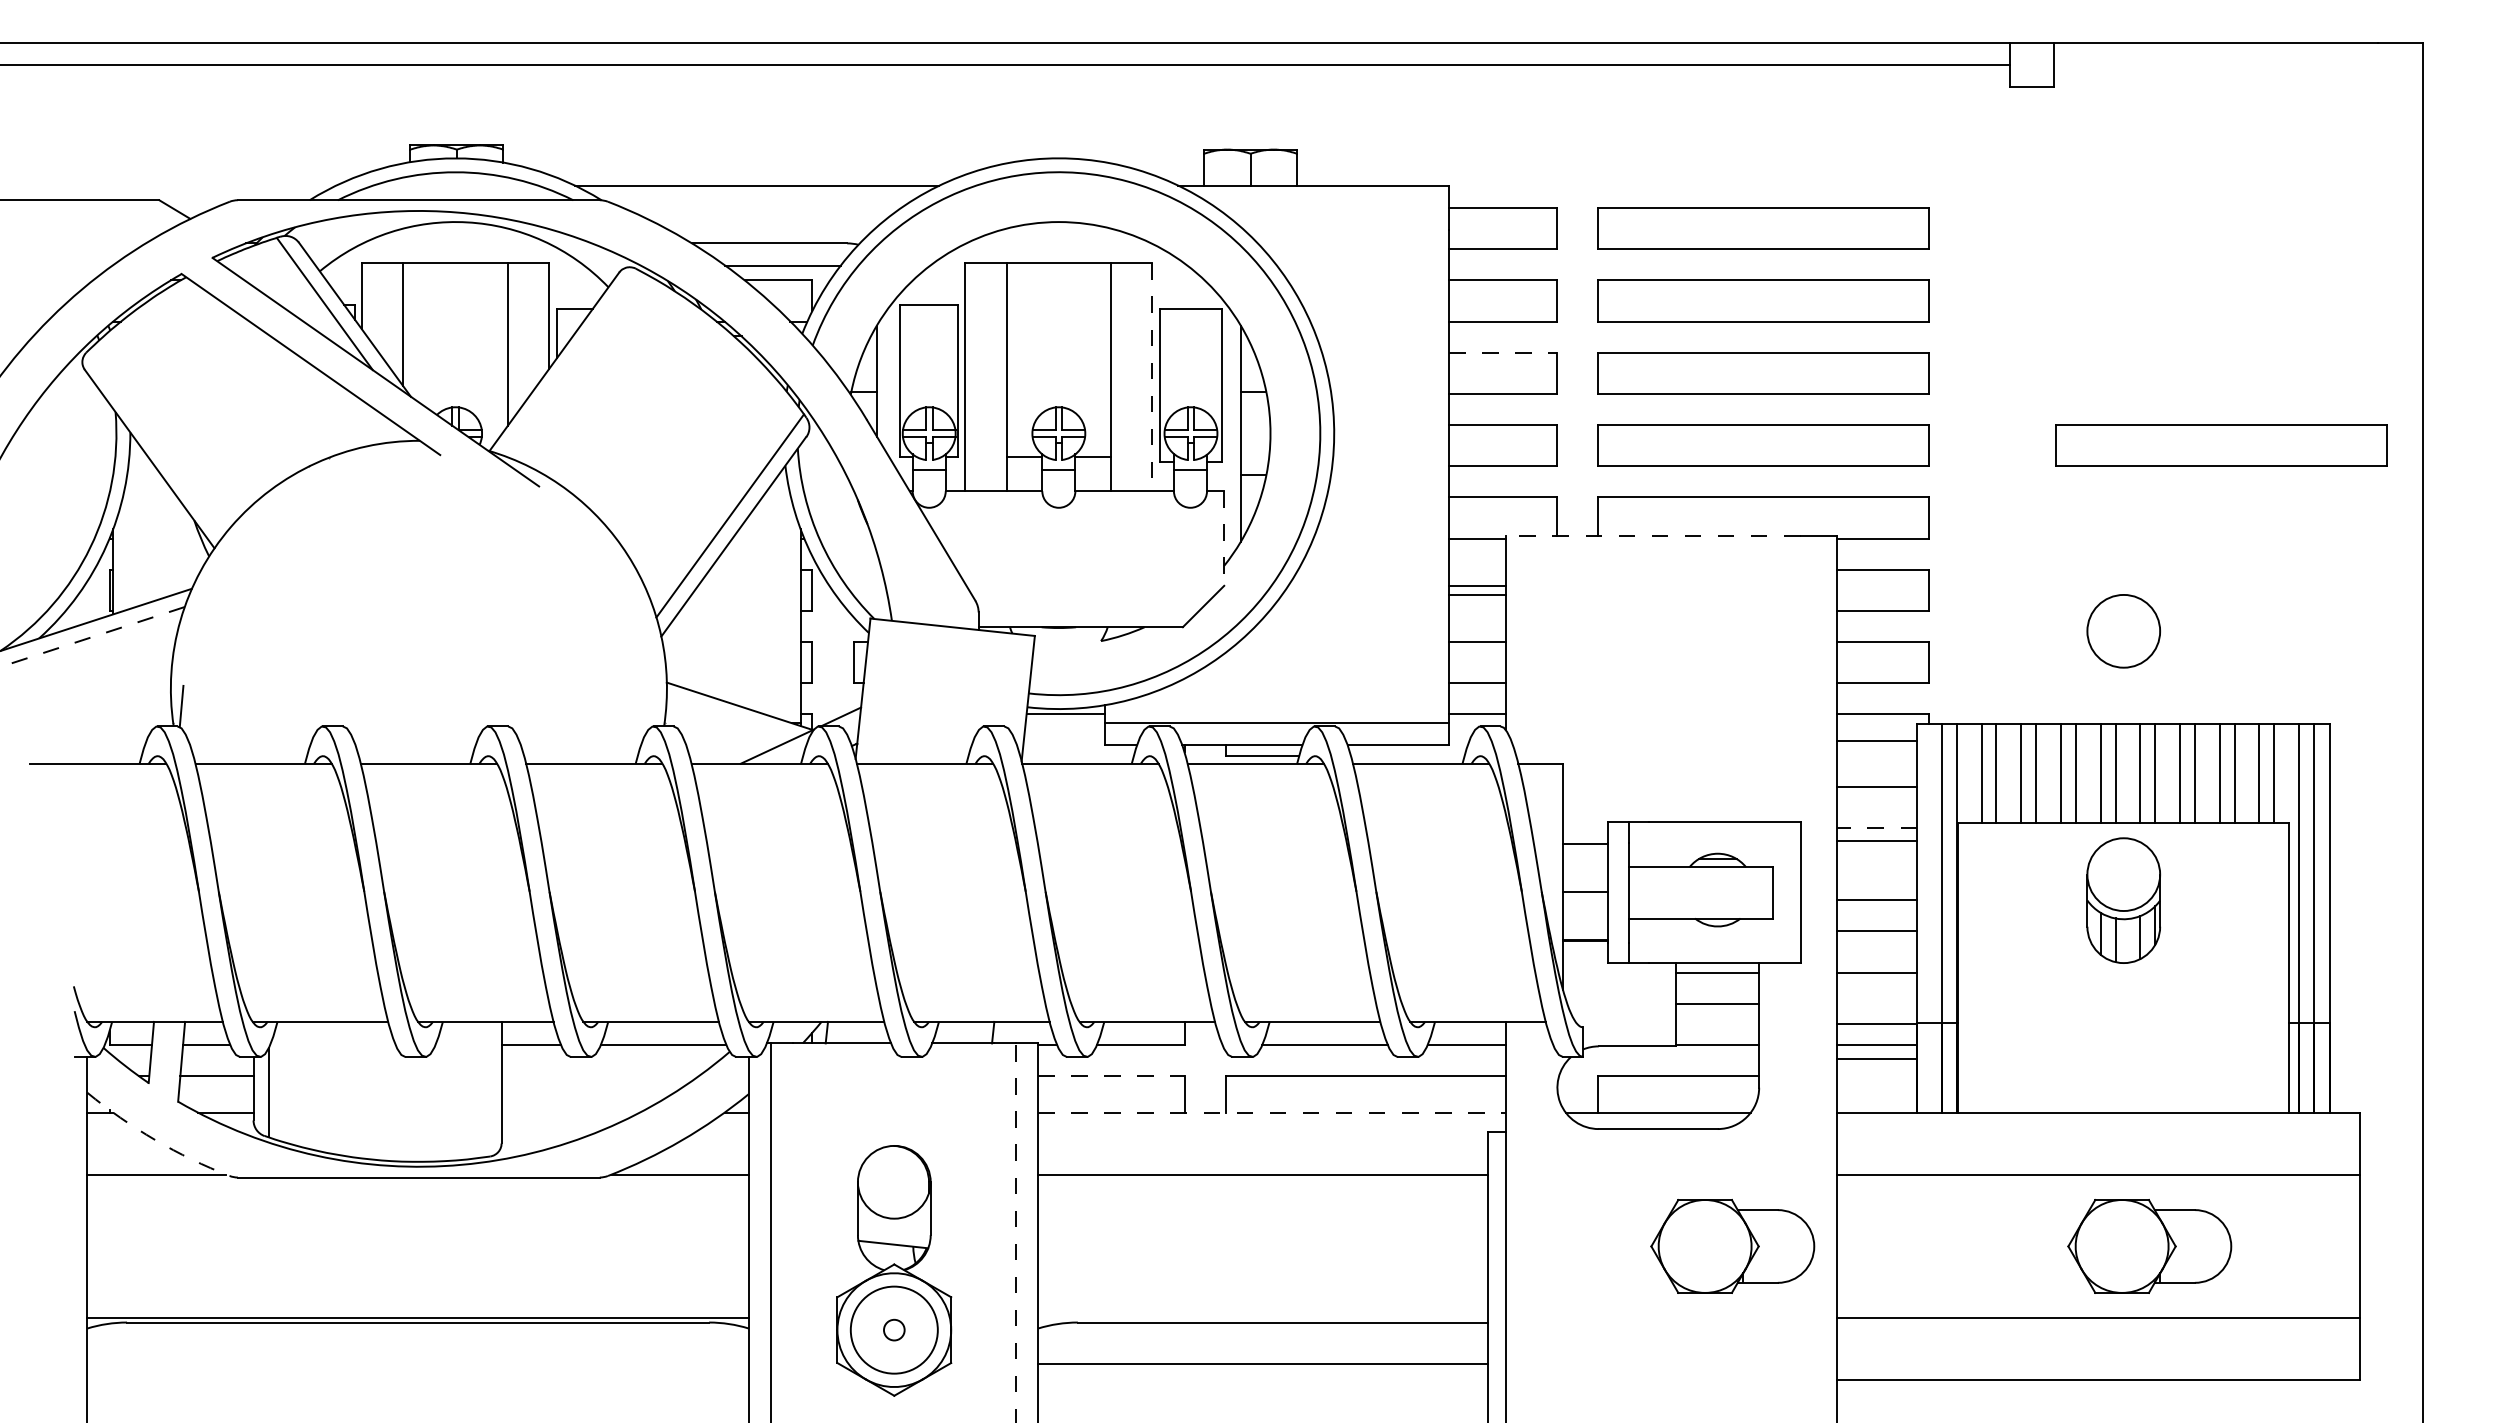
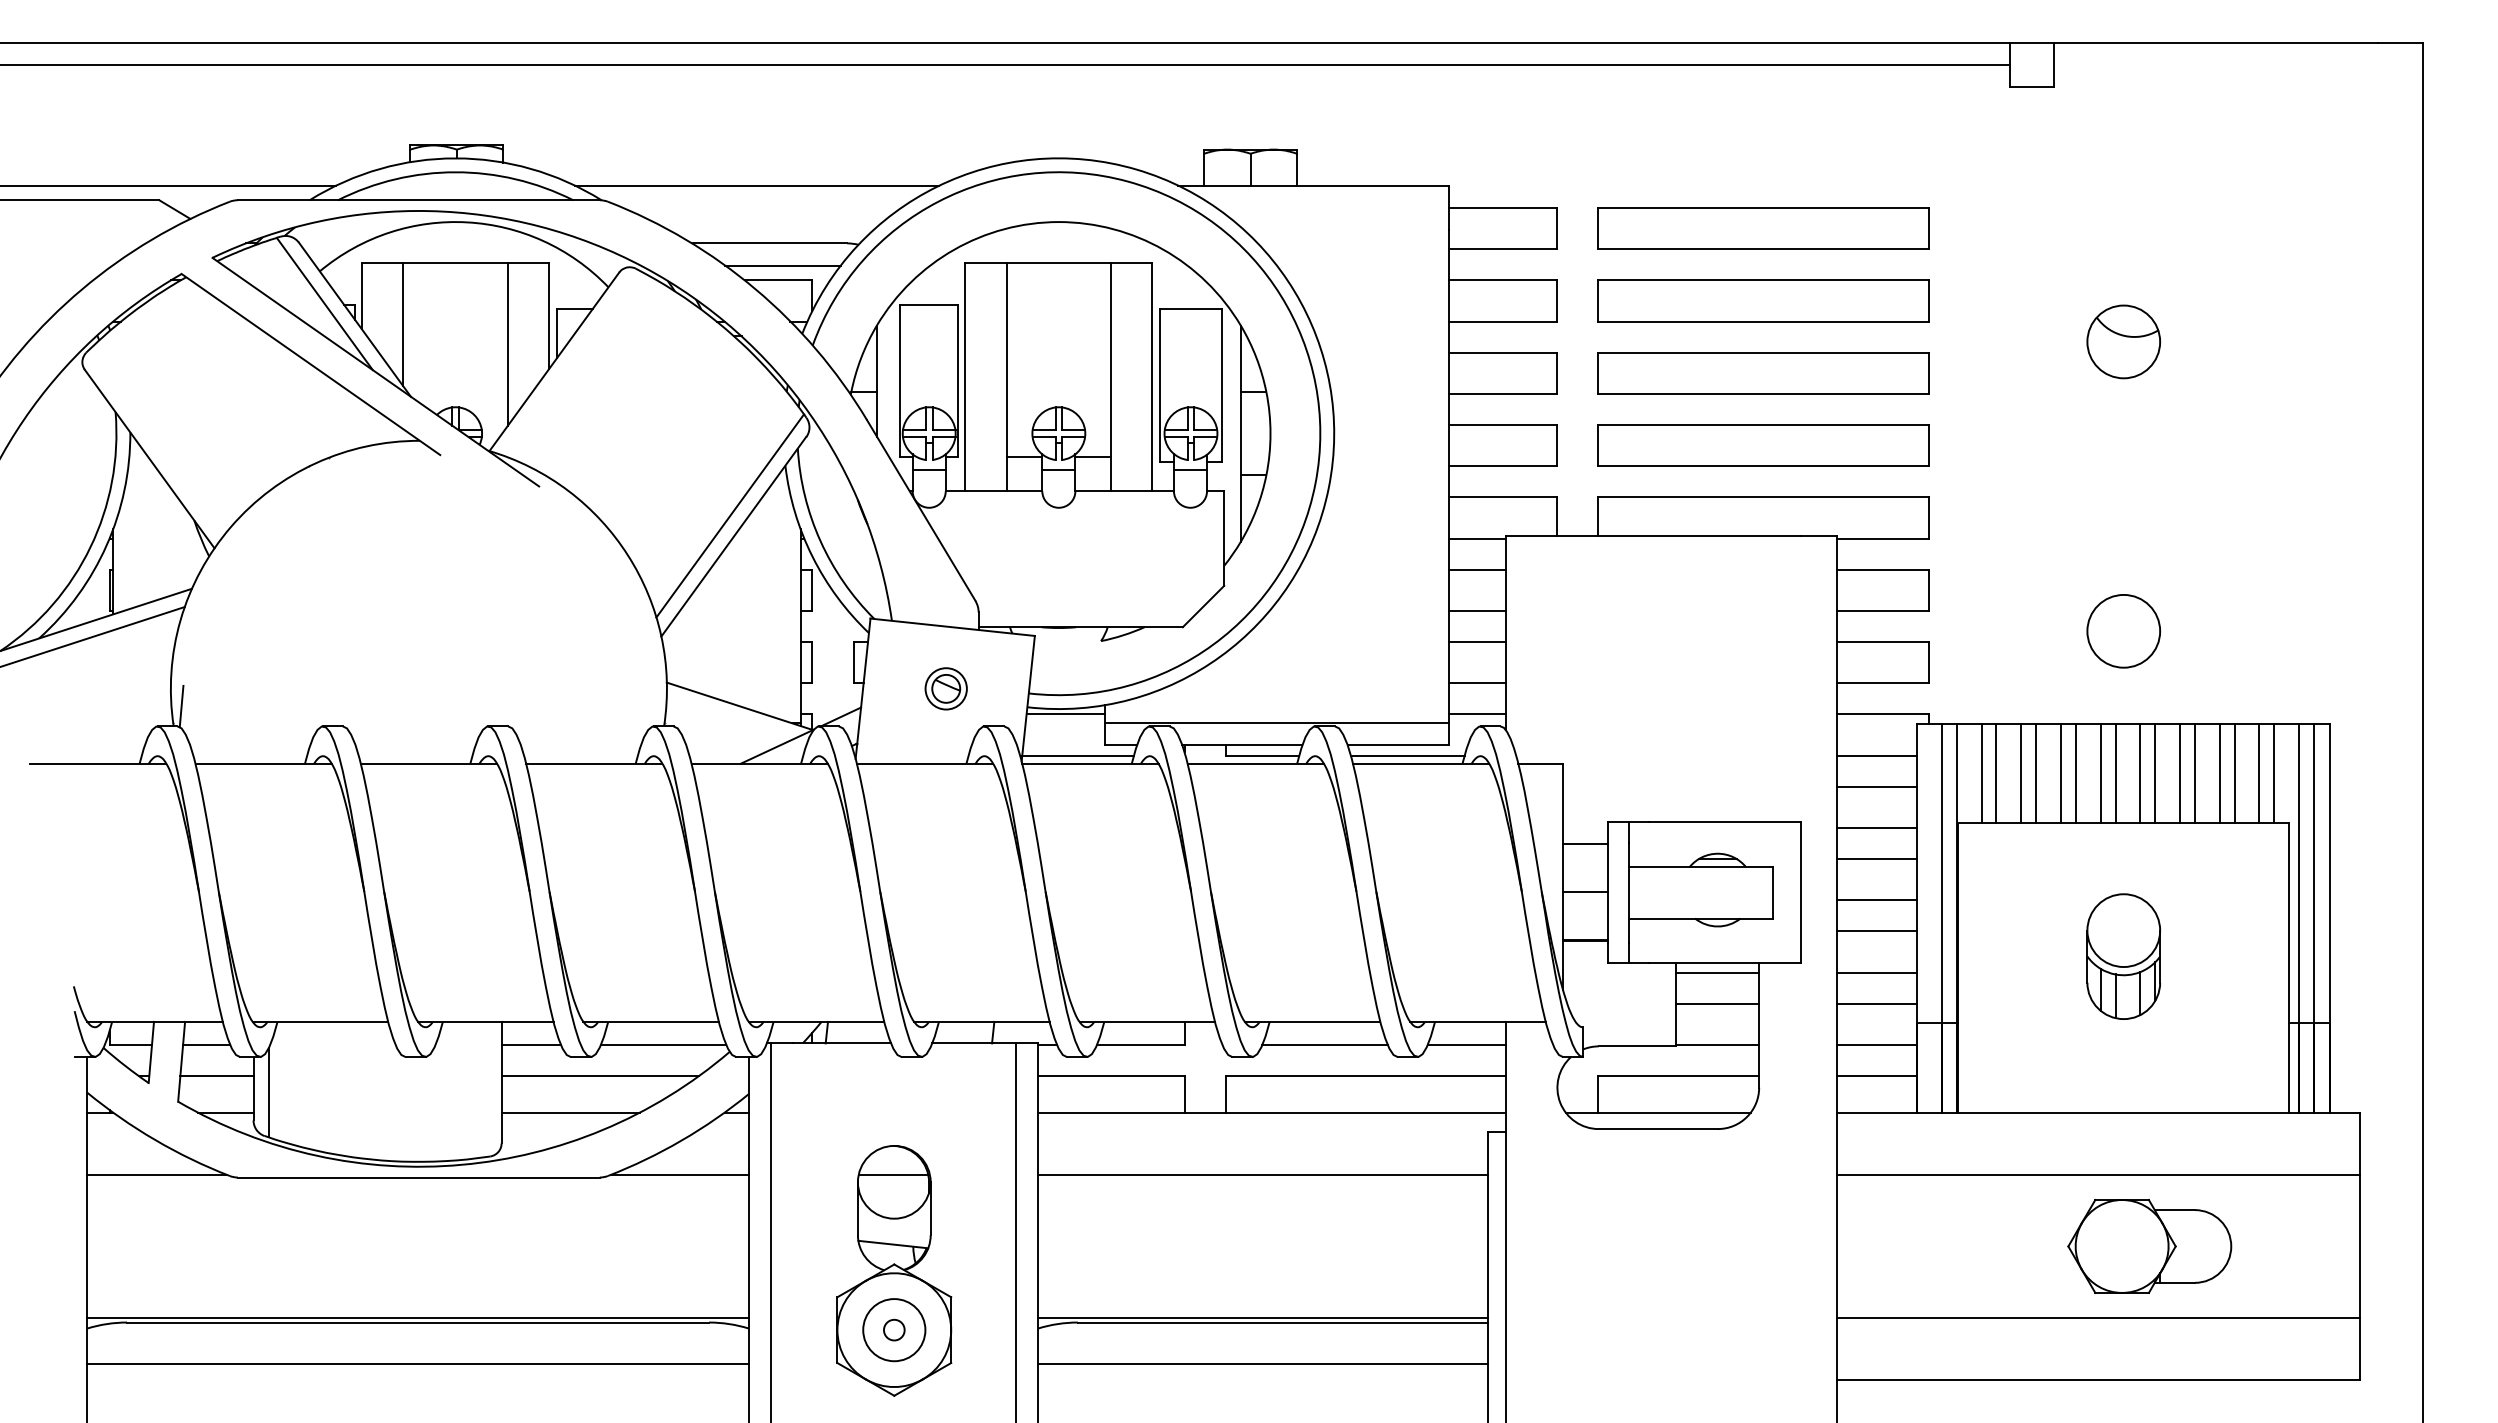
line at (169, 185): none -> present
part at (2123, 341): none -> present
line at (1502, 352): dashed -> solid
line at (1152, 377): dashed -> solid
part at (2221, 445): present -> none
line at (1652, 536): dashed -> solid
line at (1224, 539): dashed -> solid
line at (1477, 585) position: (1477, 585) -> (1477, 569)
line at (1477, 594) position: (1477, 594) -> (1477, 610)
line at (92, 636): dashed -> solid
part at (945, 688): none -> present
line at (1876, 740) position: (1876, 740) -> (1876, 755)
line at (1077, 755): none -> present
line at (1407, 755): none -> present
line at (1876, 828): dashed -> solid
line at (1876, 841) position: (1876, 841) -> (1876, 859)
part at (2123, 900) position: (2123, 900) -> (2123, 956)
line at (1876, 1023) position: (1876, 1023) -> (1876, 1003)
line at (1876, 1059) position: (1876, 1059) -> (1876, 1076)
line at (600, 1076): none -> present
line at (1111, 1076): dashed -> solid
line at (570, 1112): none -> present
line at (1272, 1112): dashed -> solid
arc at (155, 1140): dashed -> solid
line at (893, 1174): none -> present
line at (1016, 1232): dashed -> solid
part at (1732, 1246): present -> none
line at (1262, 1318): none -> present
circle at (893, 1329) diameter: 87 px -> 62 px
line at (417, 1364): none -> present
